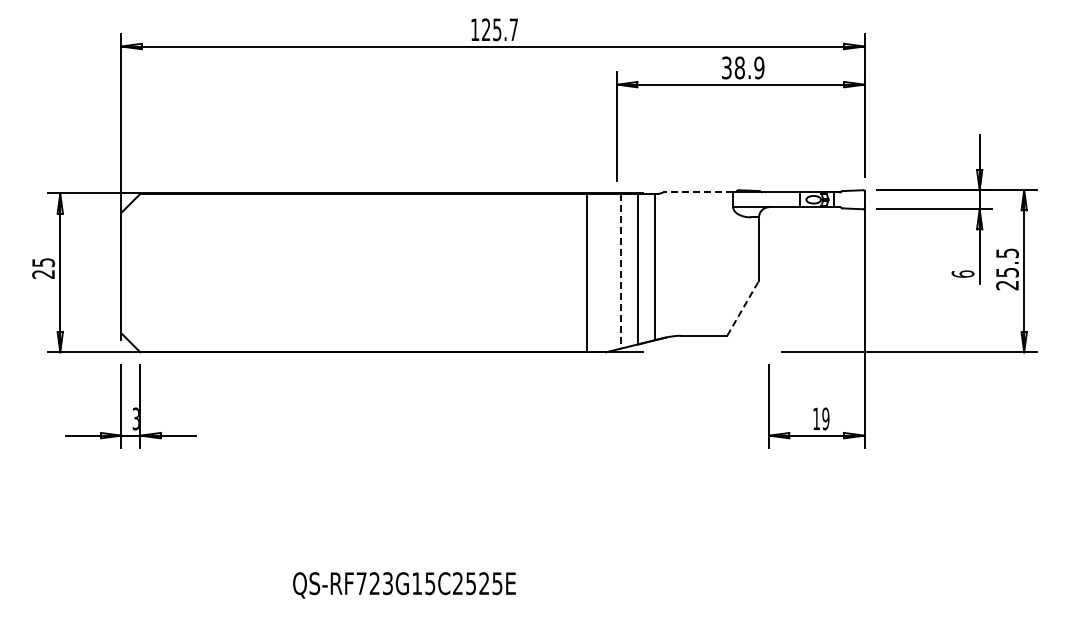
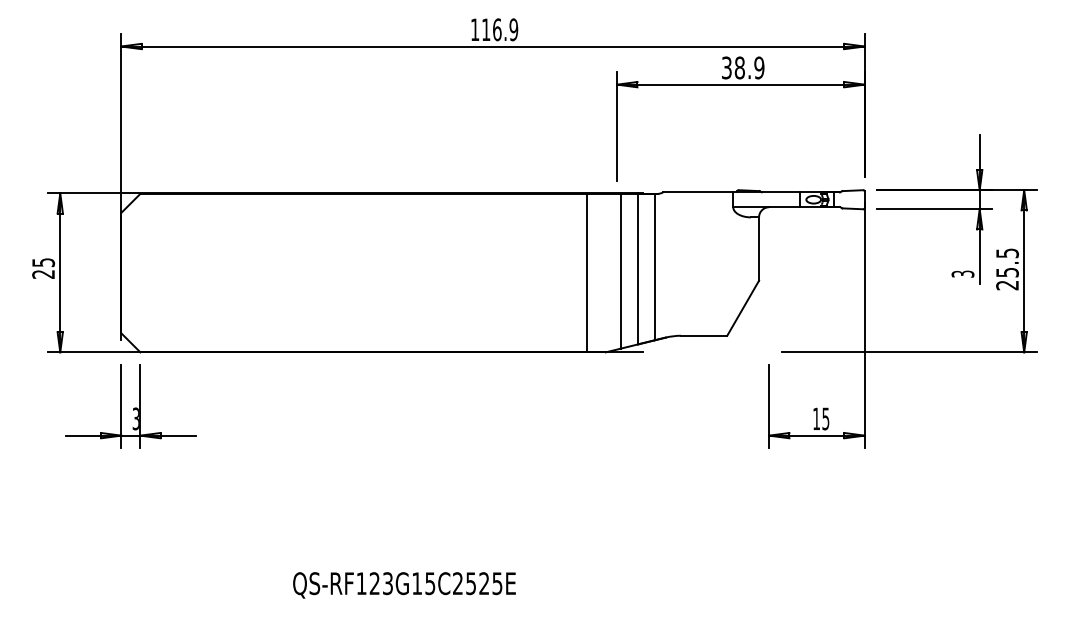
text at (500, 29): 125.7 -> 116.9
line at (697, 192): dashed -> solid
line at (620, 271): dashed -> solid
text at (962, 273): 6 -> 3
line at (743, 308): dashed -> solid
text at (825, 418): 19 -> 15
text at (361, 583): QS-RF723G15C2525E -> QS-RF123G15C2525E
